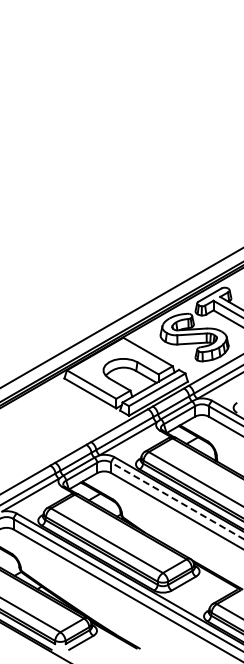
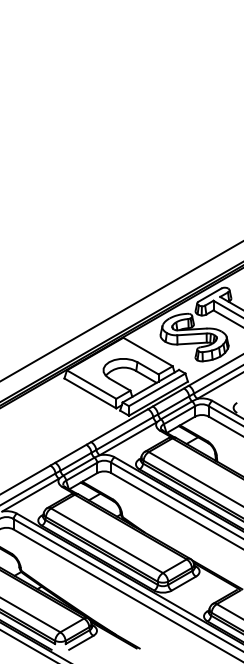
line at (121, 318) position: (121, 318) -> (121, 311)
line at (177, 500): dashed -> solid
line at (28, 645): none -> present
